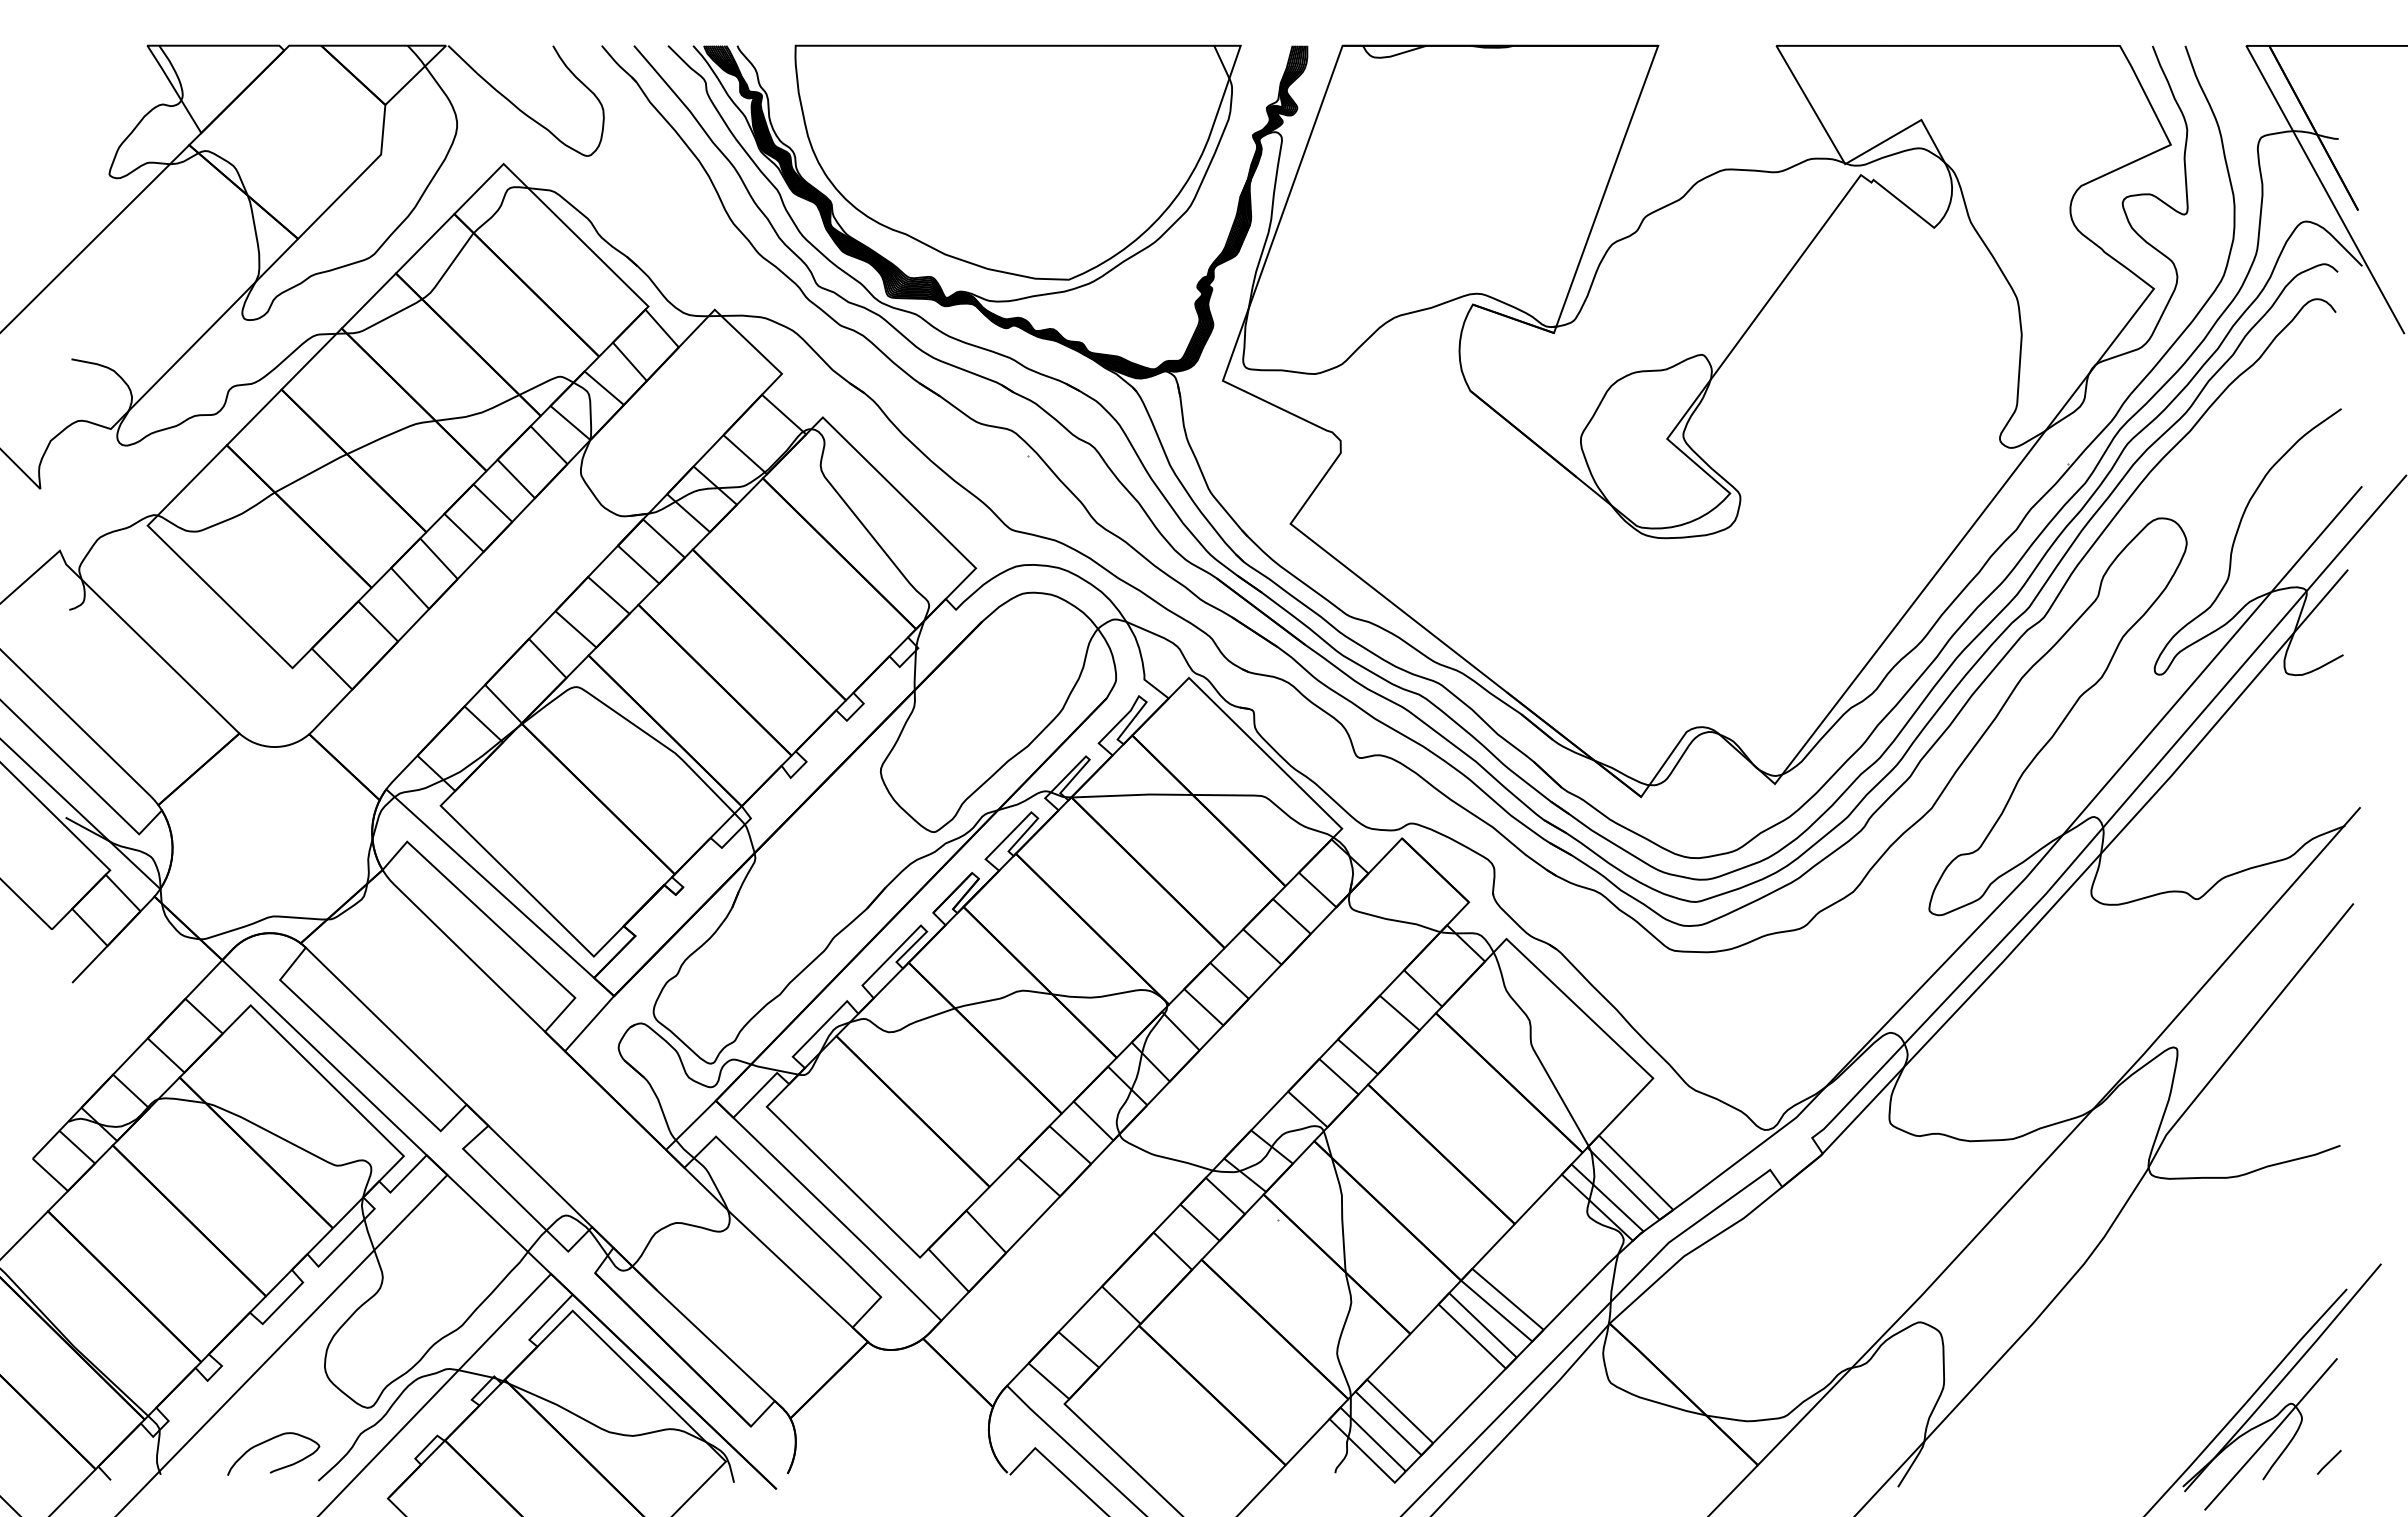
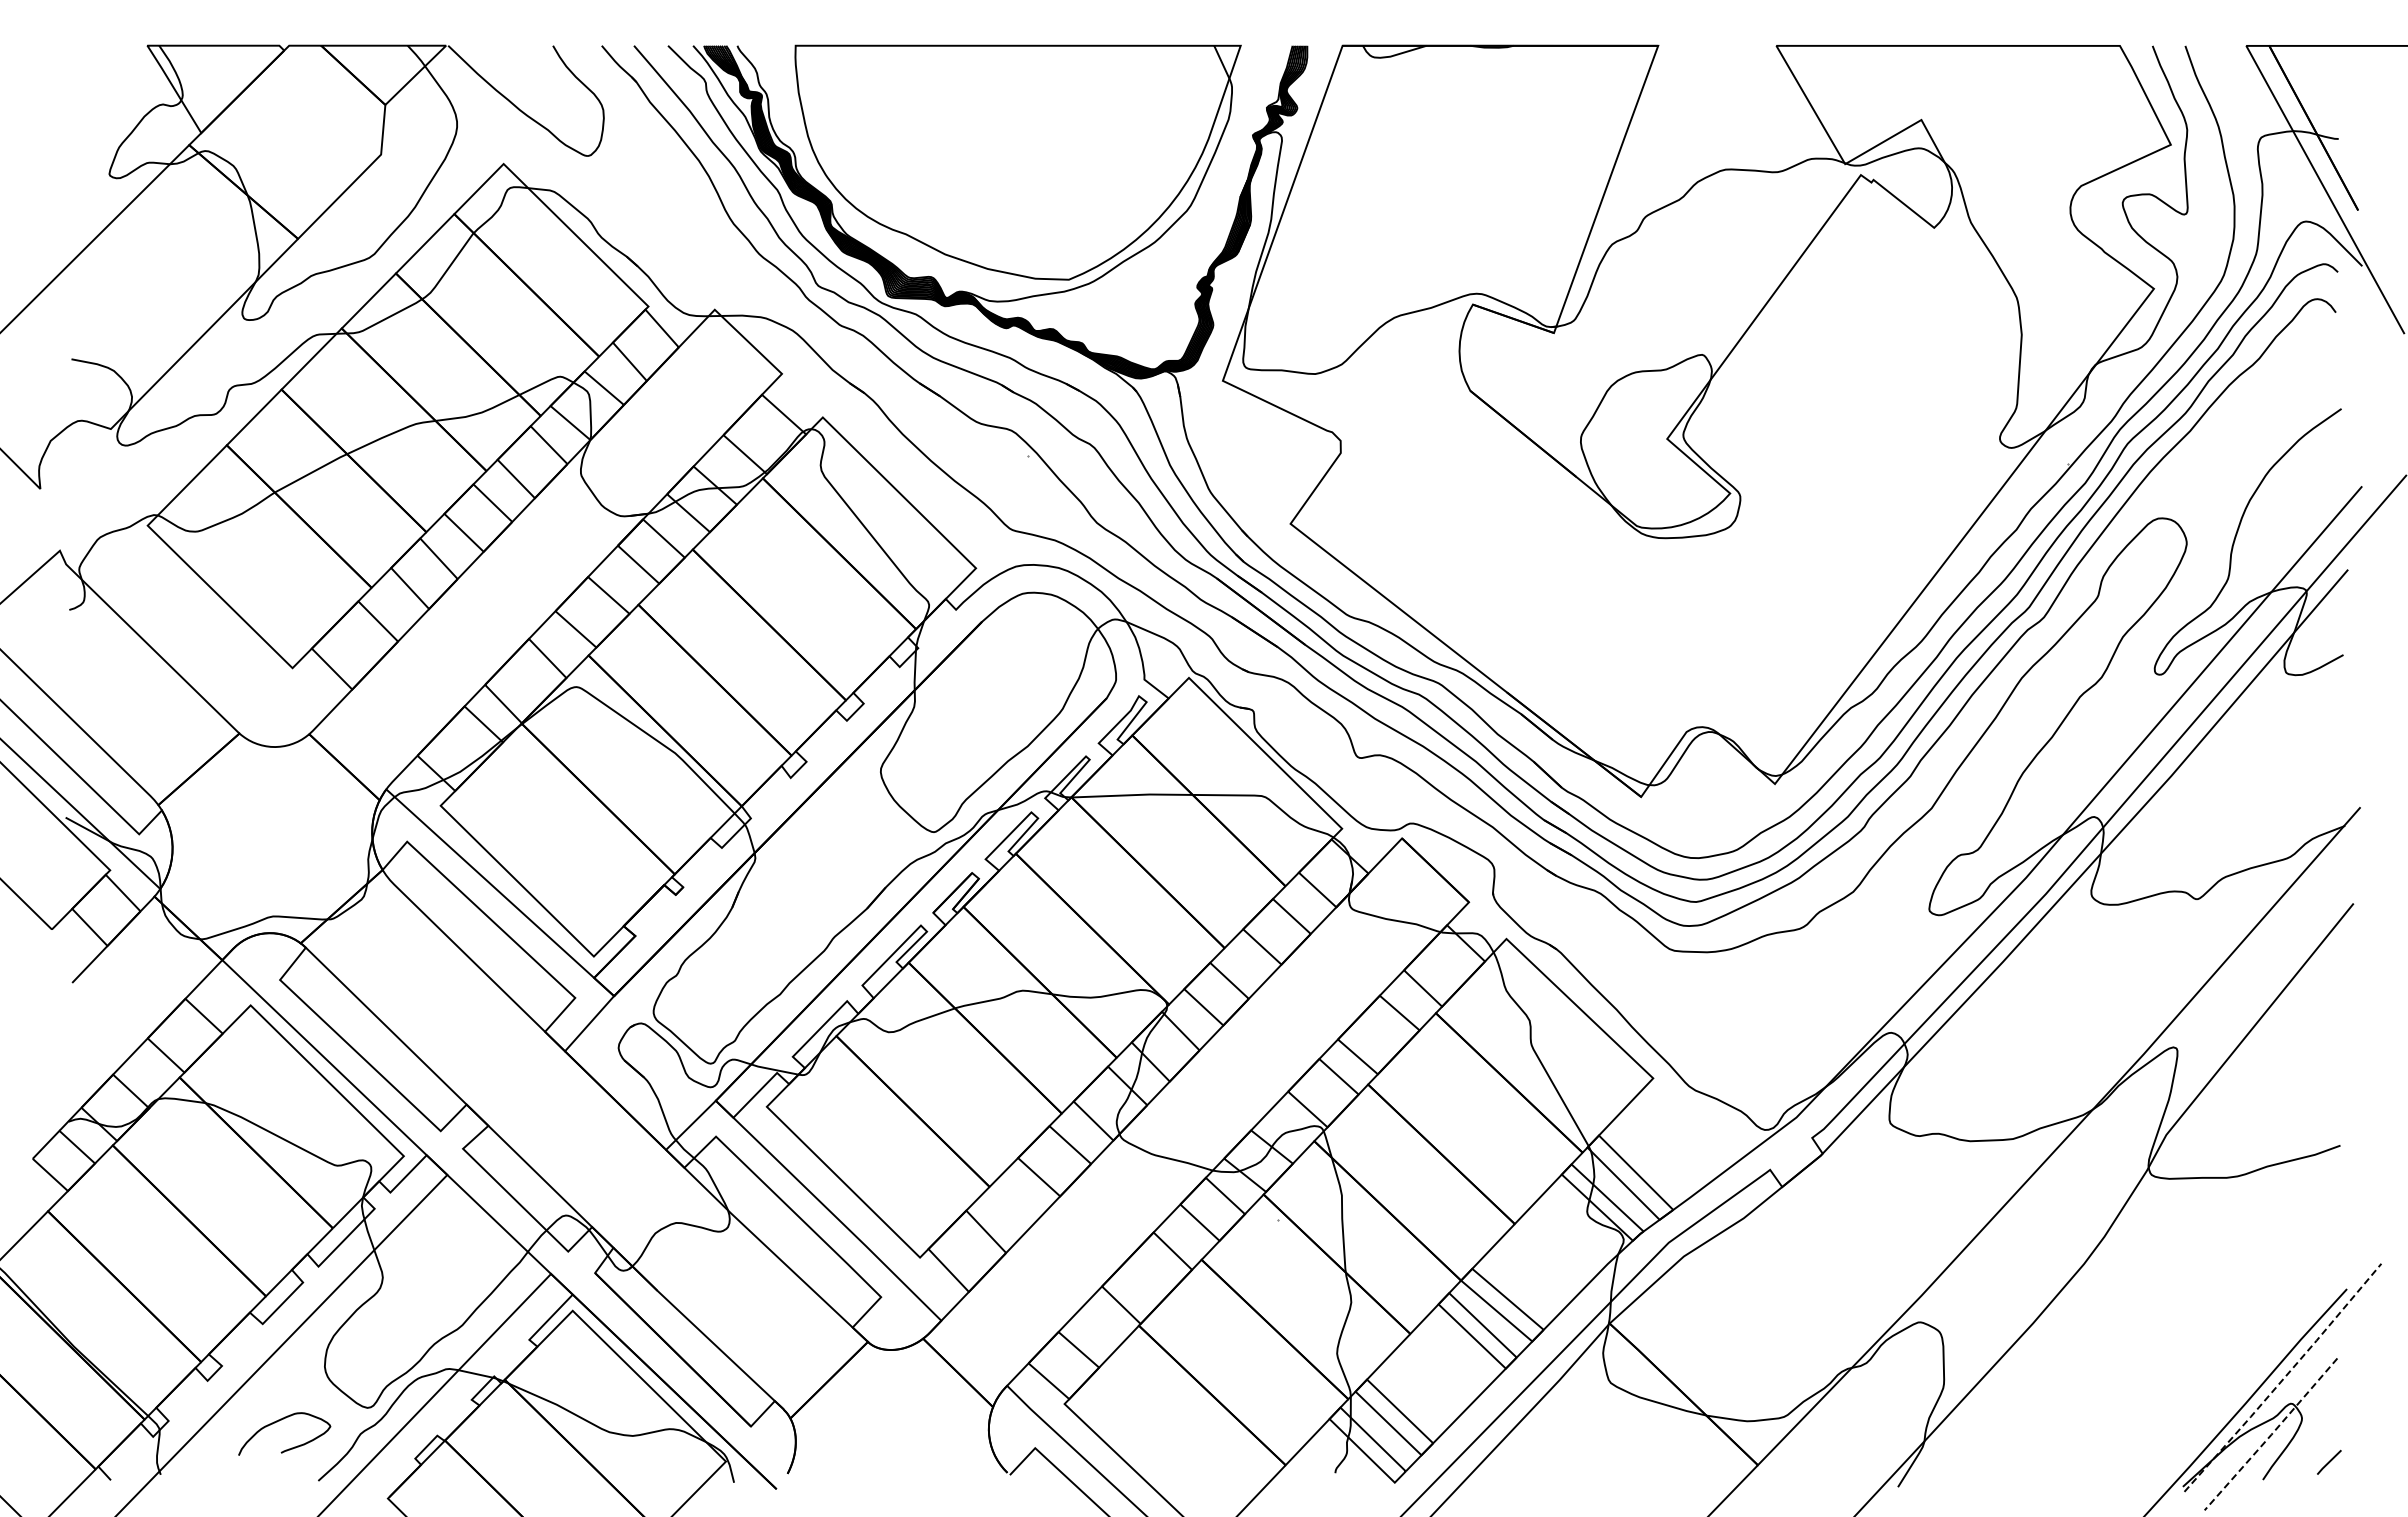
line at (2284, 1378): solid -> dashed
line at (2271, 1434): solid -> dashed
curve at (268, 1441) position: (268, 1441) -> (279, 1421)
